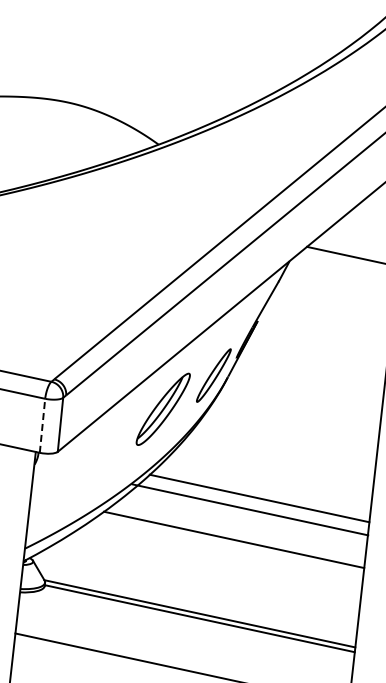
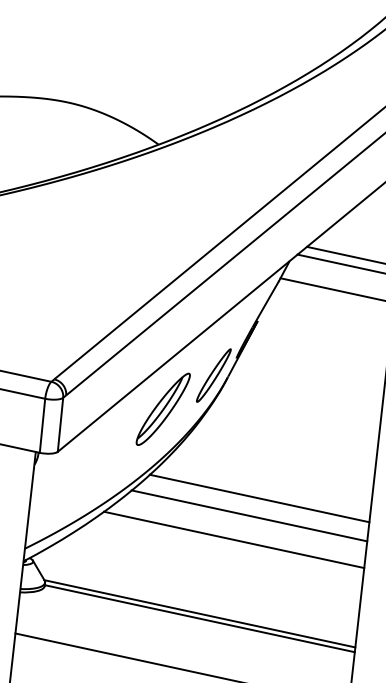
line at (339, 263): none -> present
line at (331, 289): none -> present
line at (42, 425): dashed -> solid
line at (250, 509) position: (250, 509) -> (249, 515)
